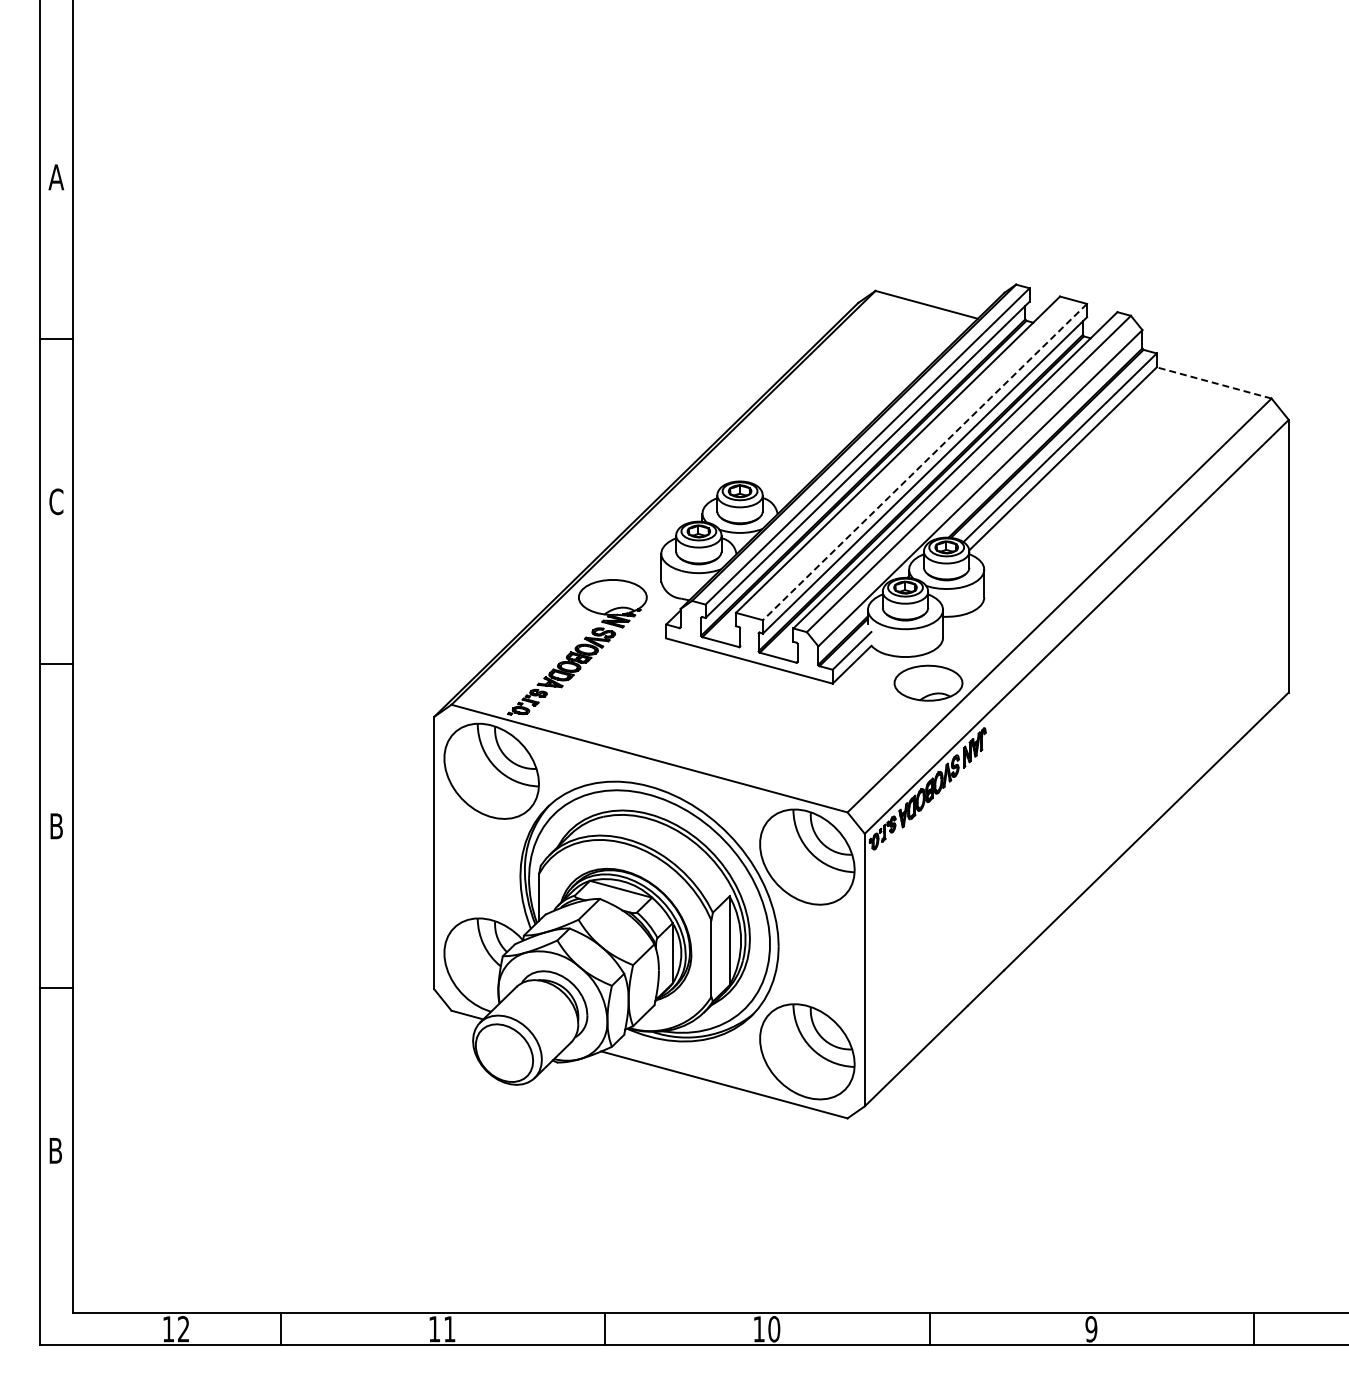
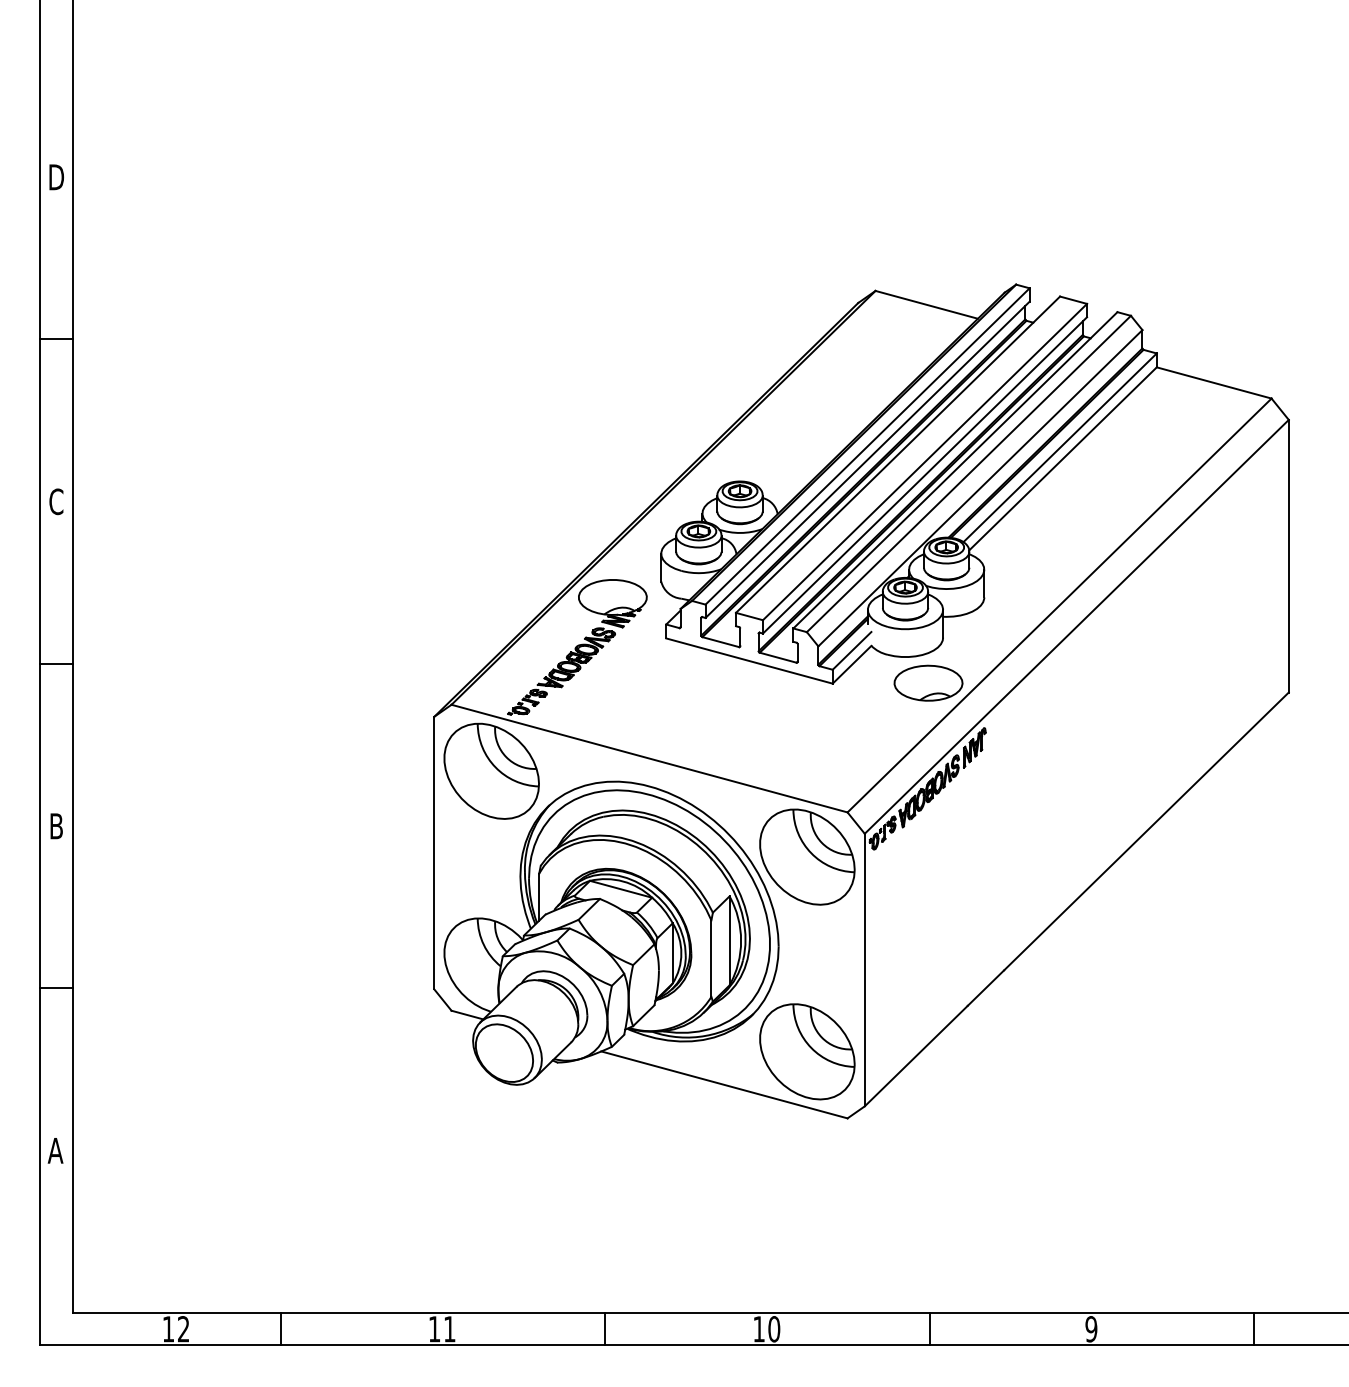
text at (56, 177): A -> D
line at (1213, 382): dashed -> solid
line at (924, 462): dashed -> solid
text at (55, 1150): B -> A
